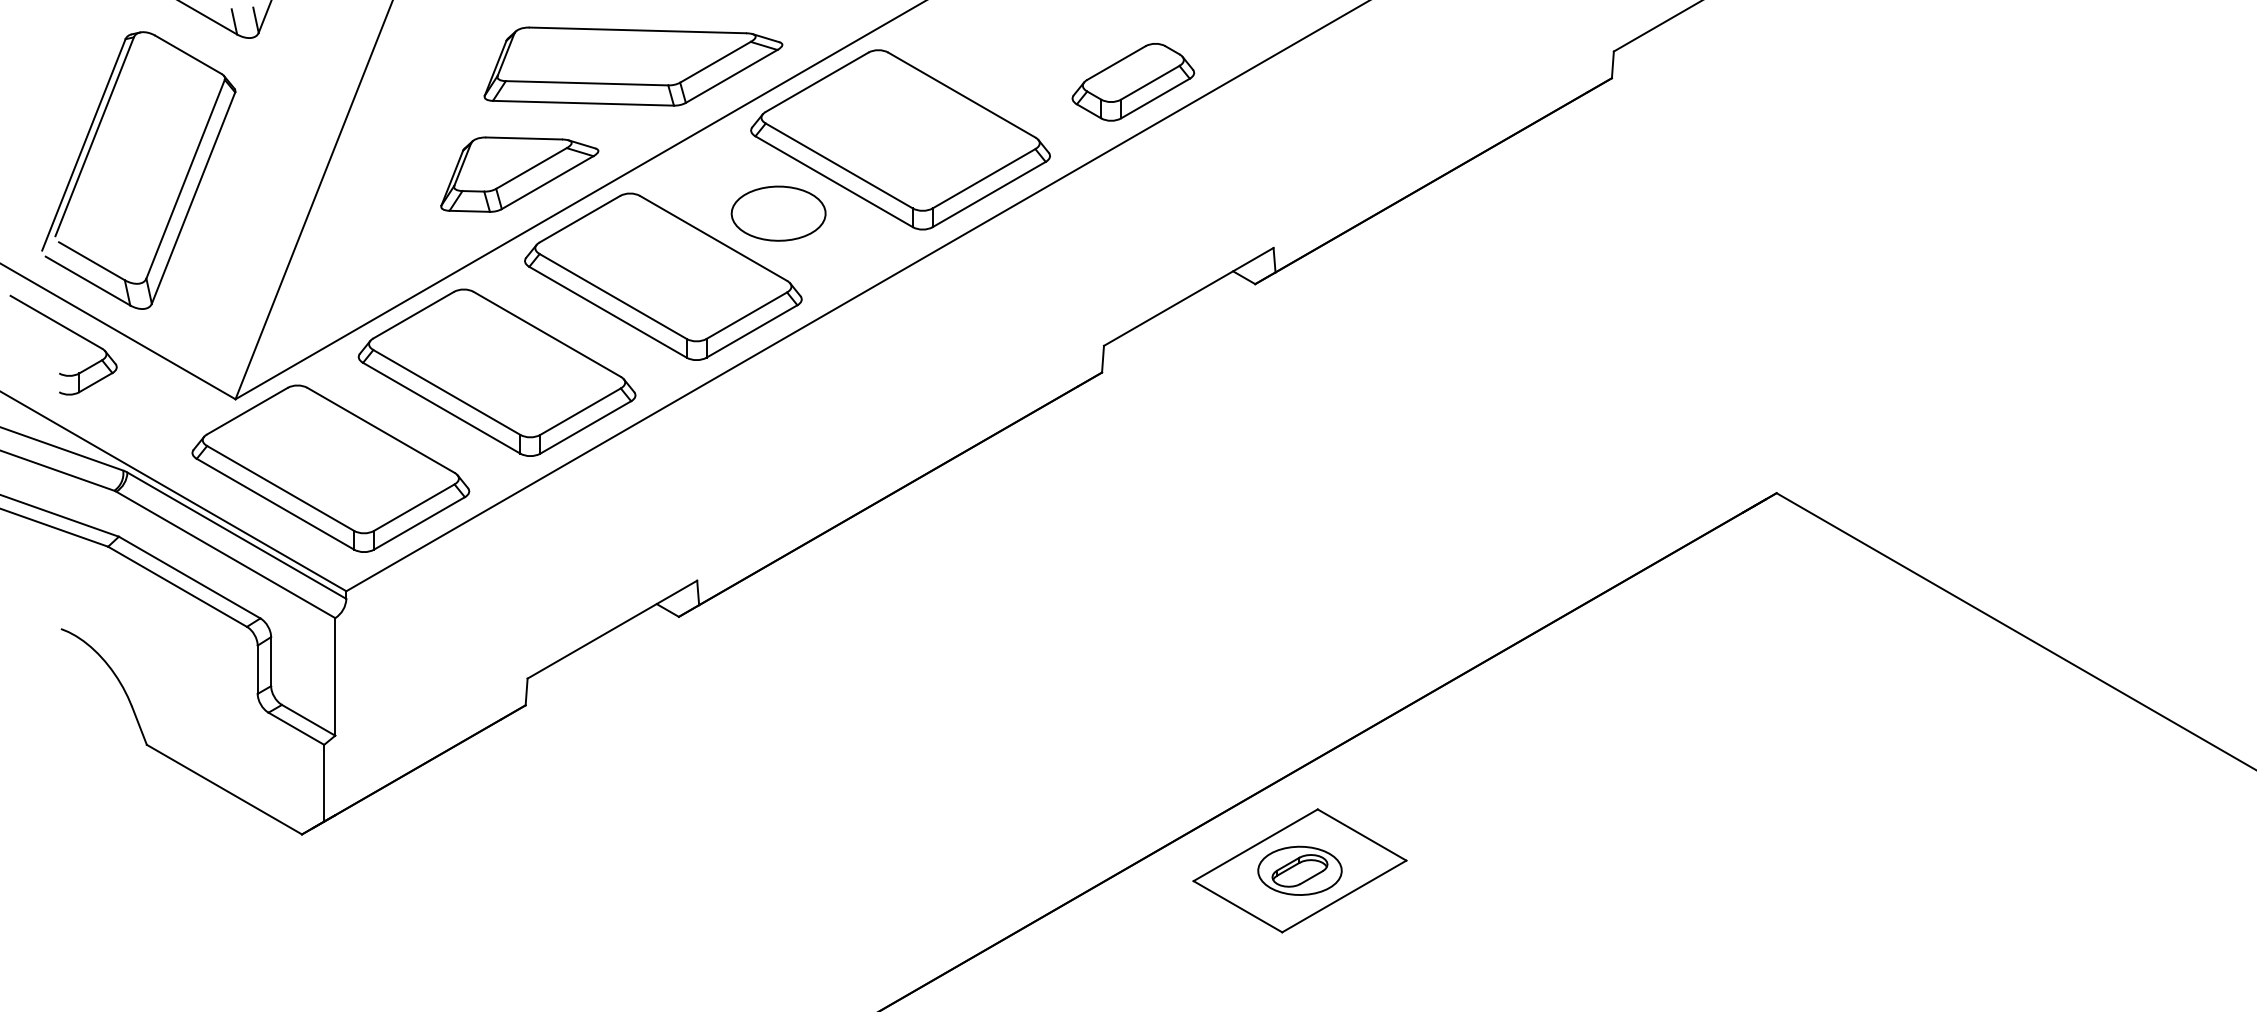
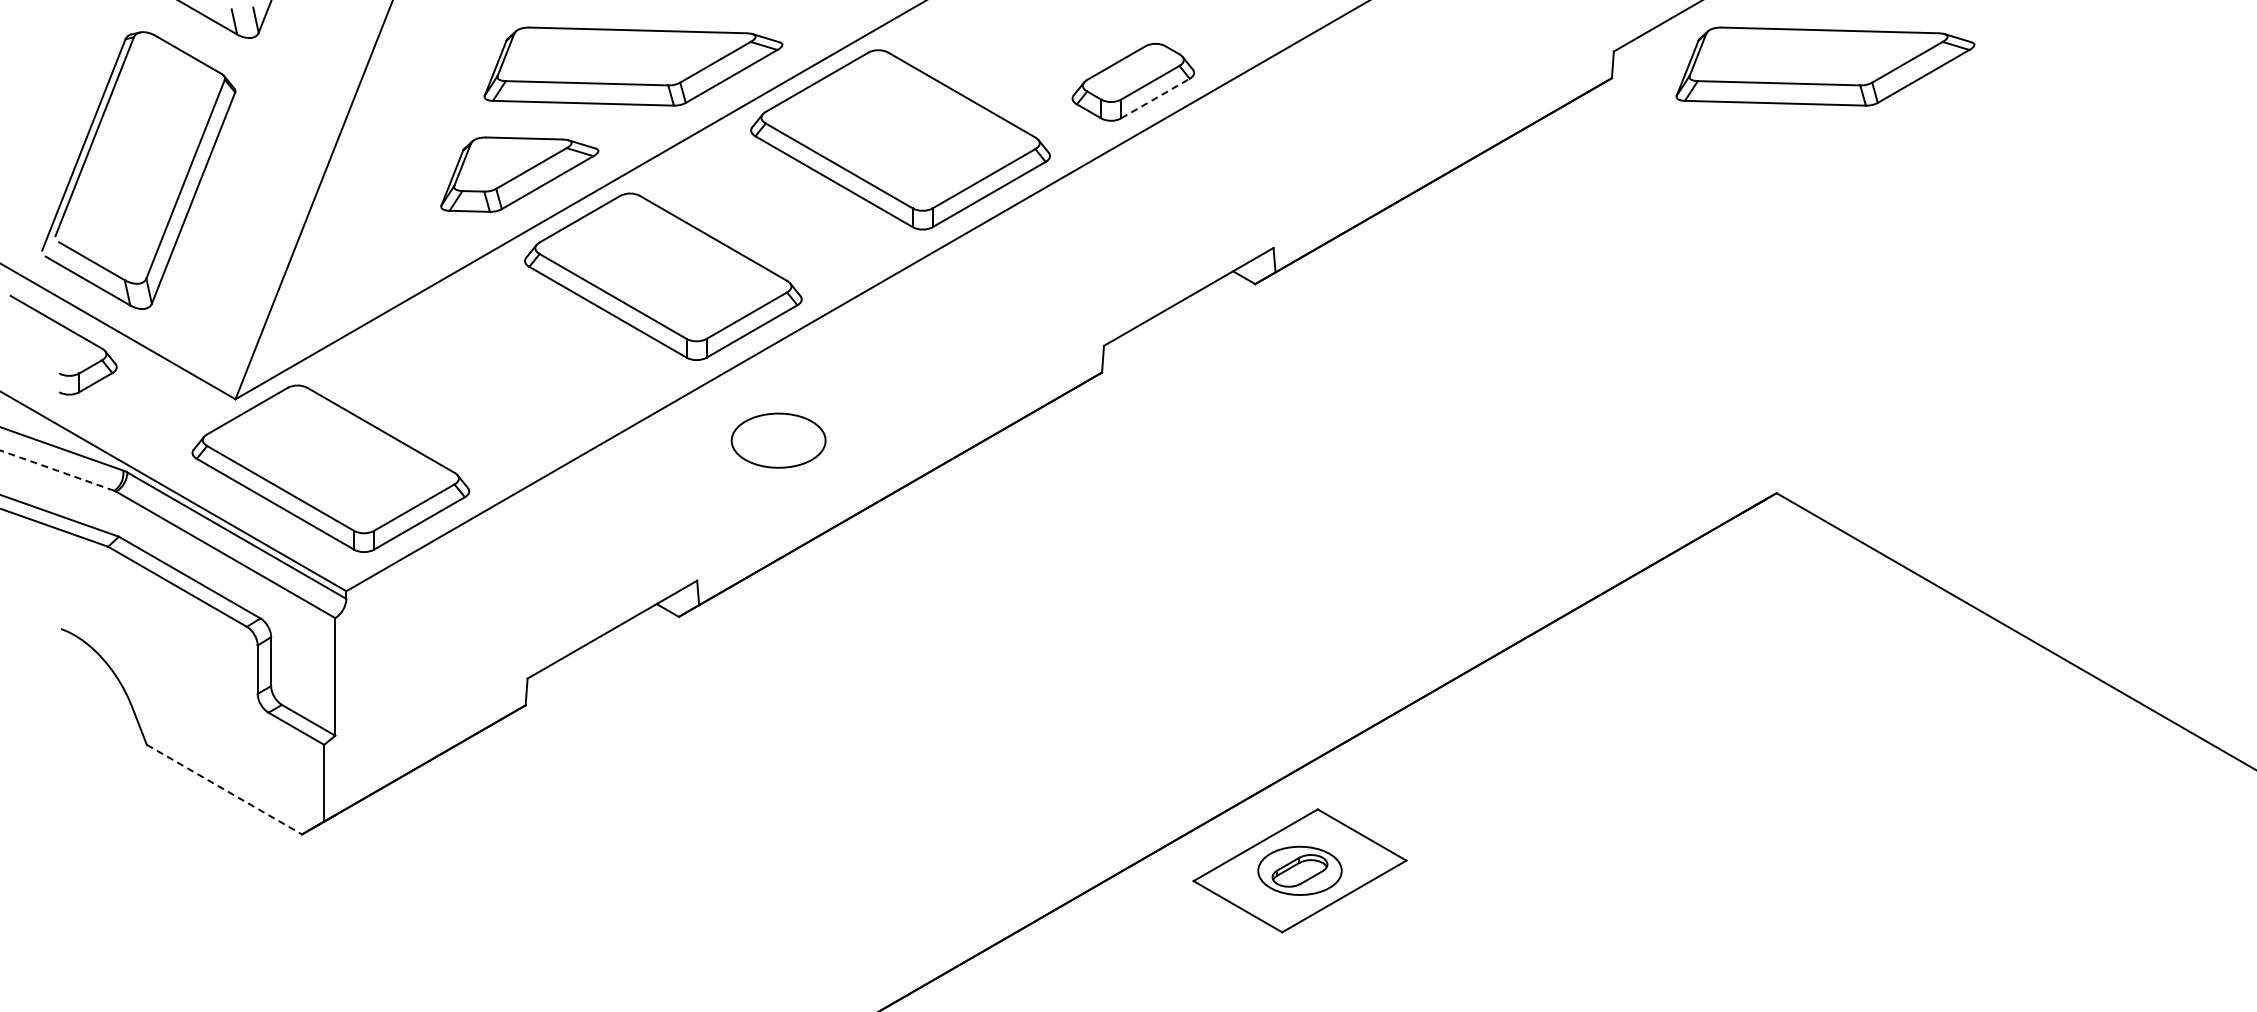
part at (1825, 66): none -> present
line at (1155, 98): solid -> dashed
part at (778, 213) position: (778, 213) -> (778, 440)
part at (496, 372): present -> none
line at (56, 470): solid -> dashed
line at (224, 789): solid -> dashed
